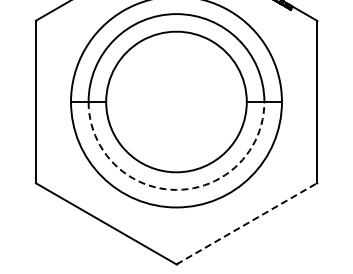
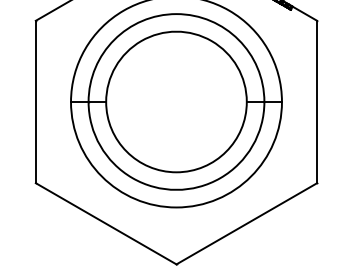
arc at (176, 189): dashed -> solid
line at (247, 223): dashed -> solid
